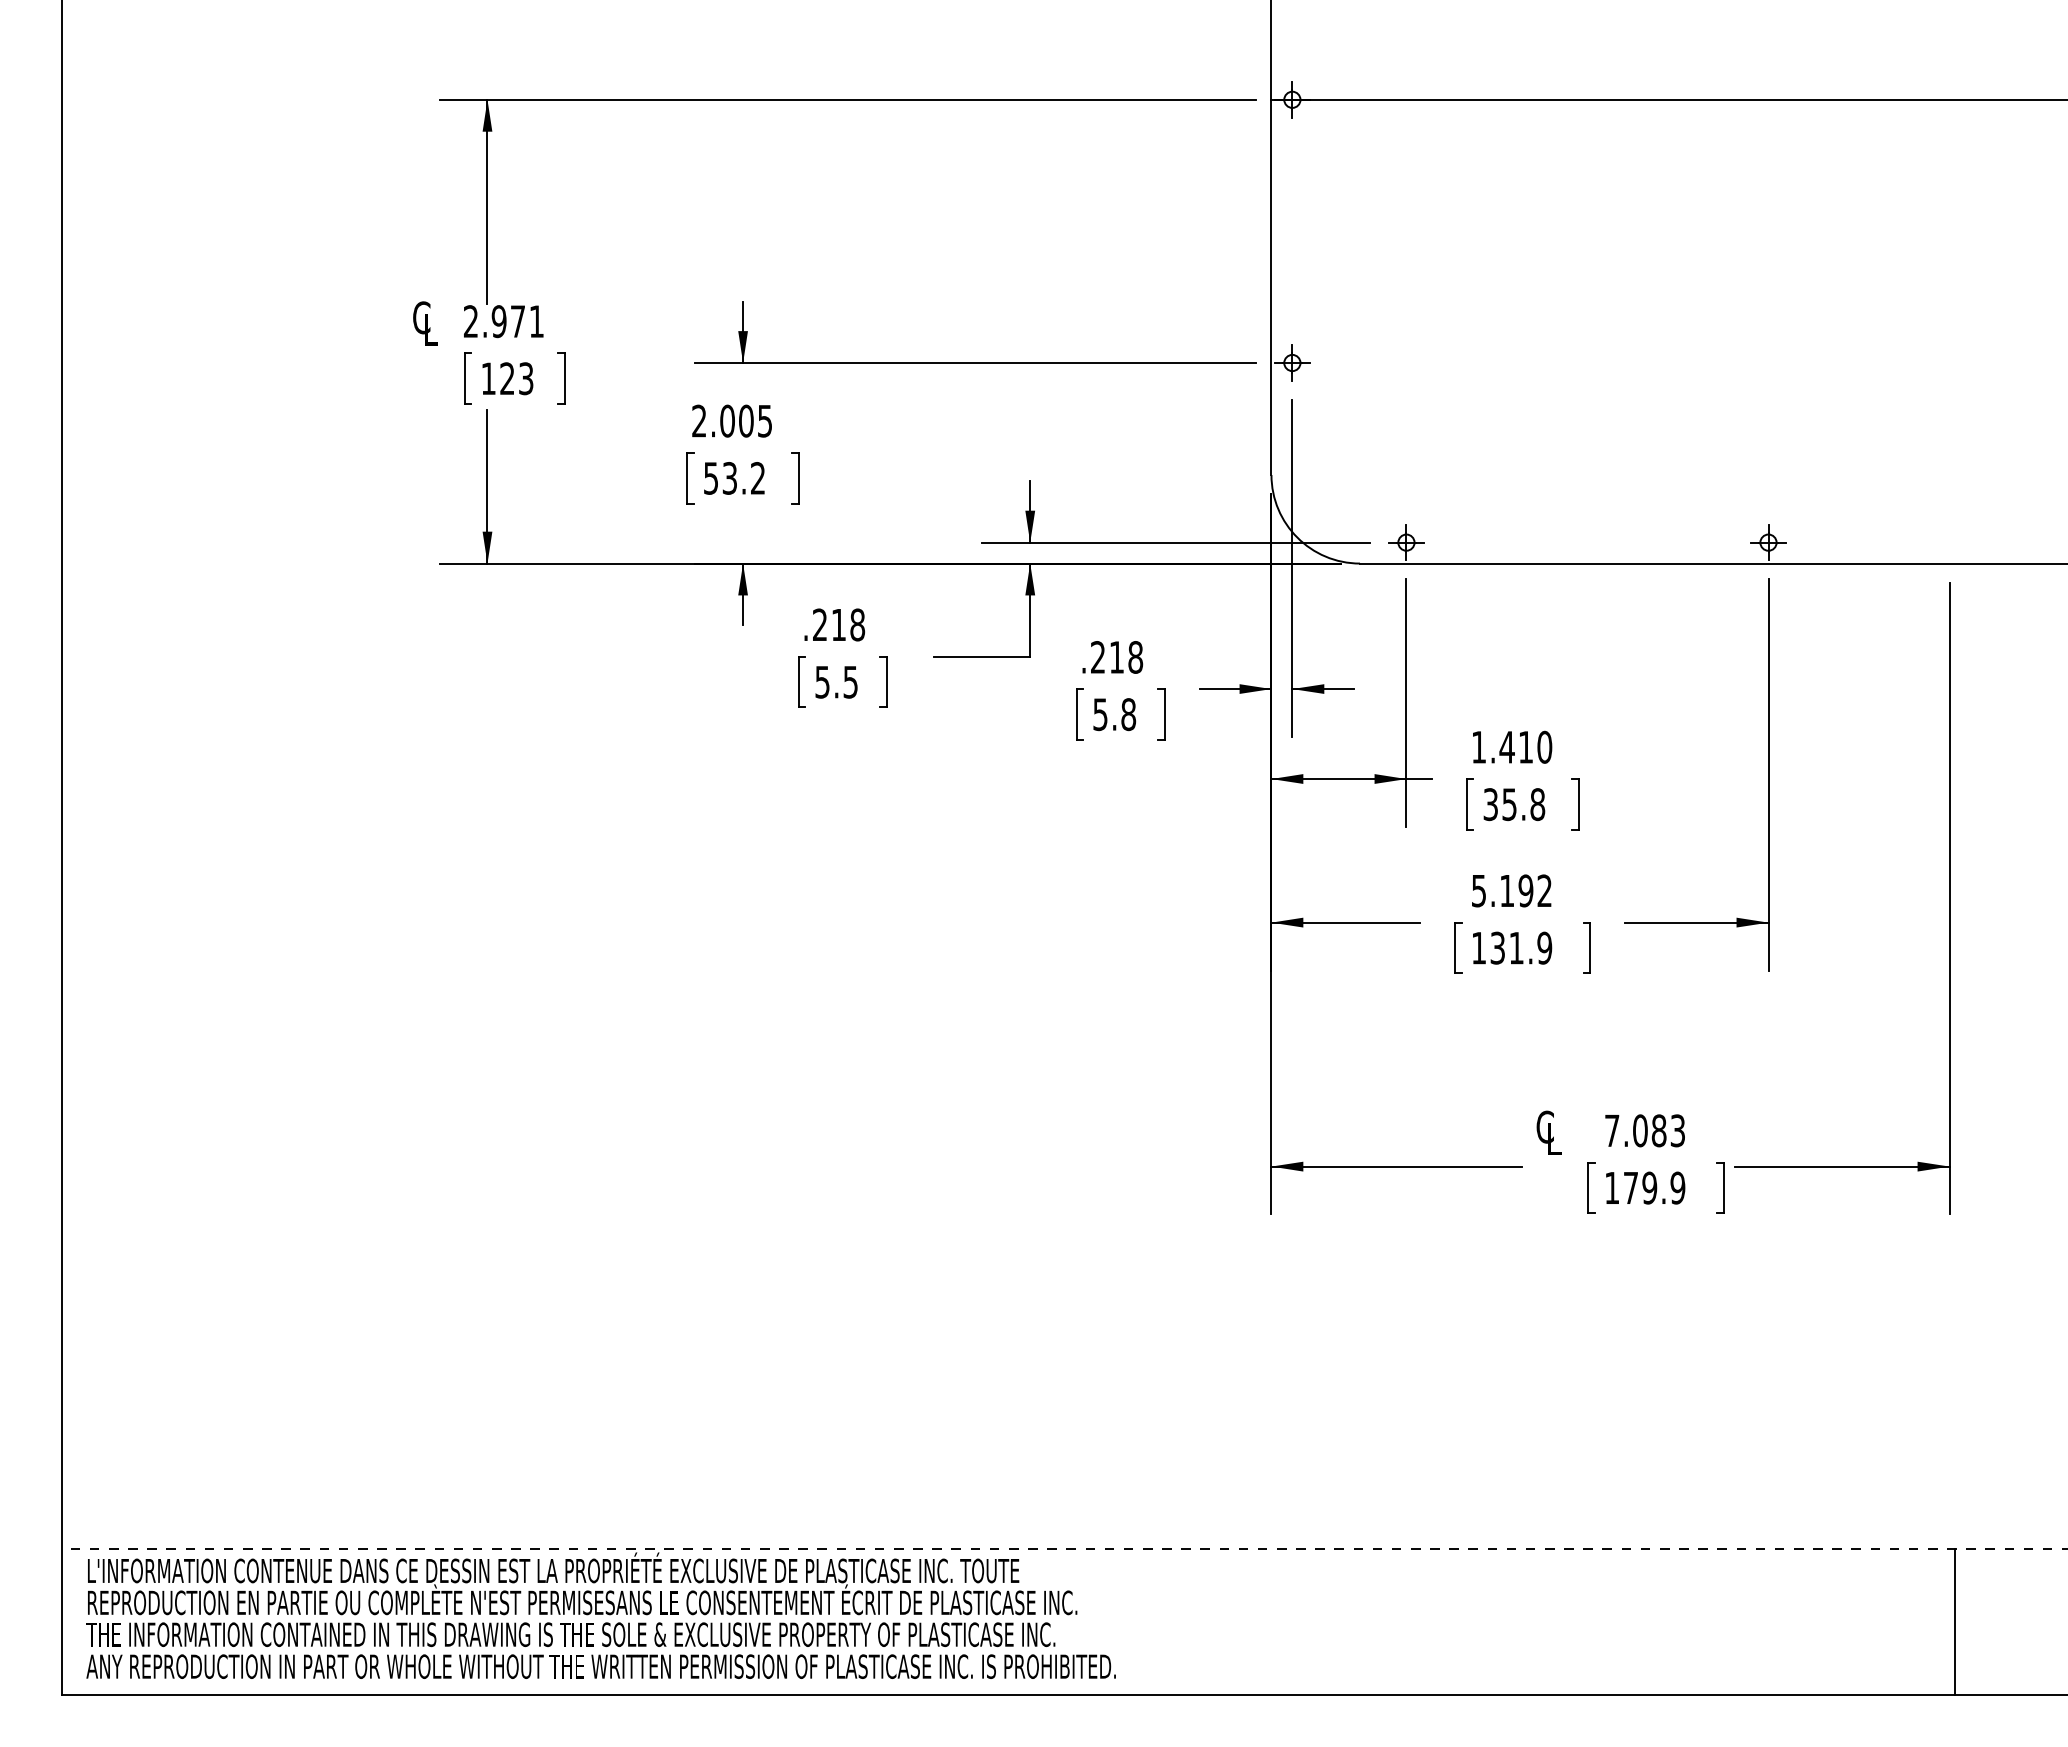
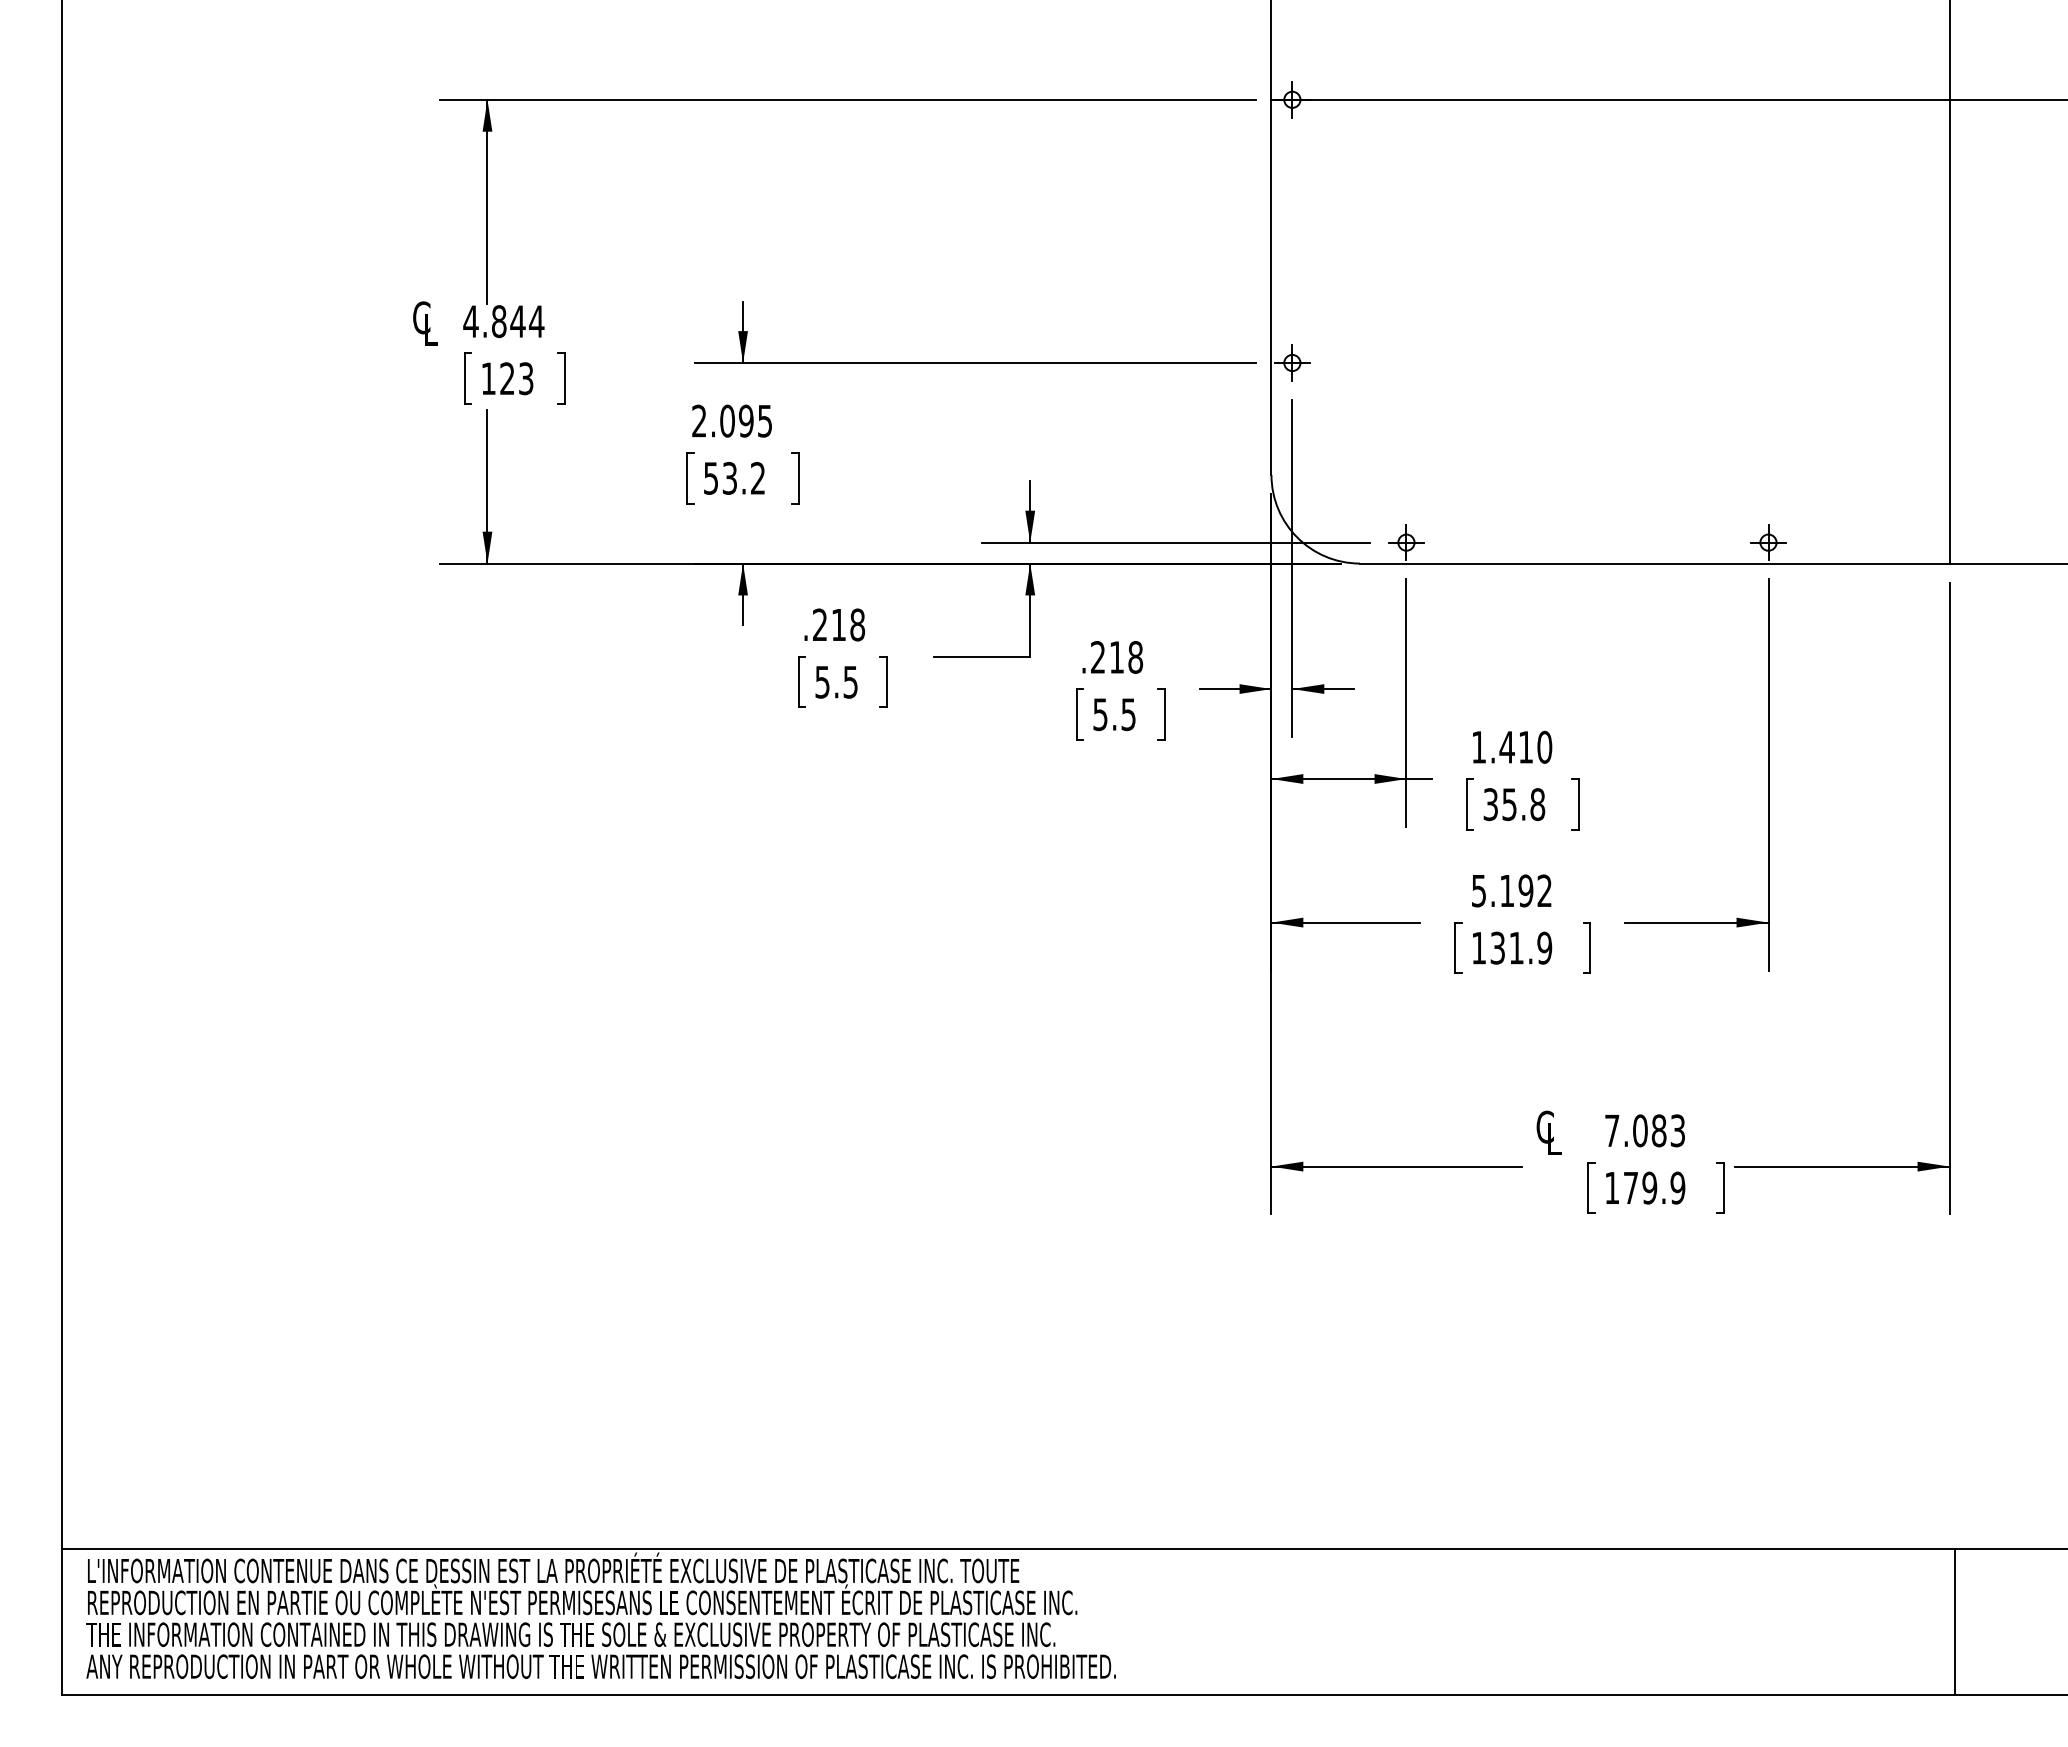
line at (1949, 282): none -> present
text at (503, 321): 2.971 -> 4.844
text at (745, 420): 2.005 -> 2.095
text at (1128, 714): 5.8 -> 5.5
line at (1064, 1548): dashed -> solid
